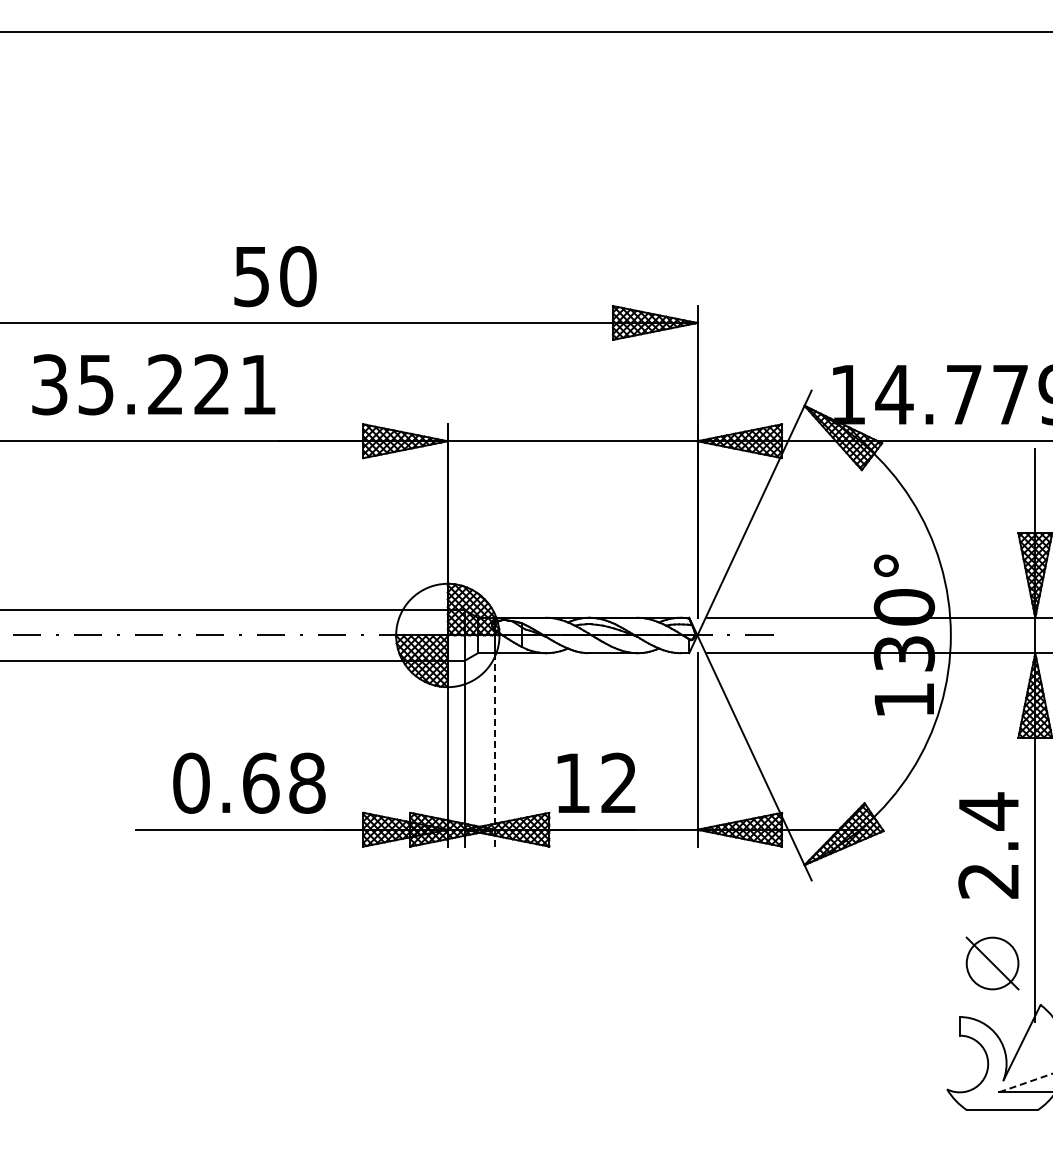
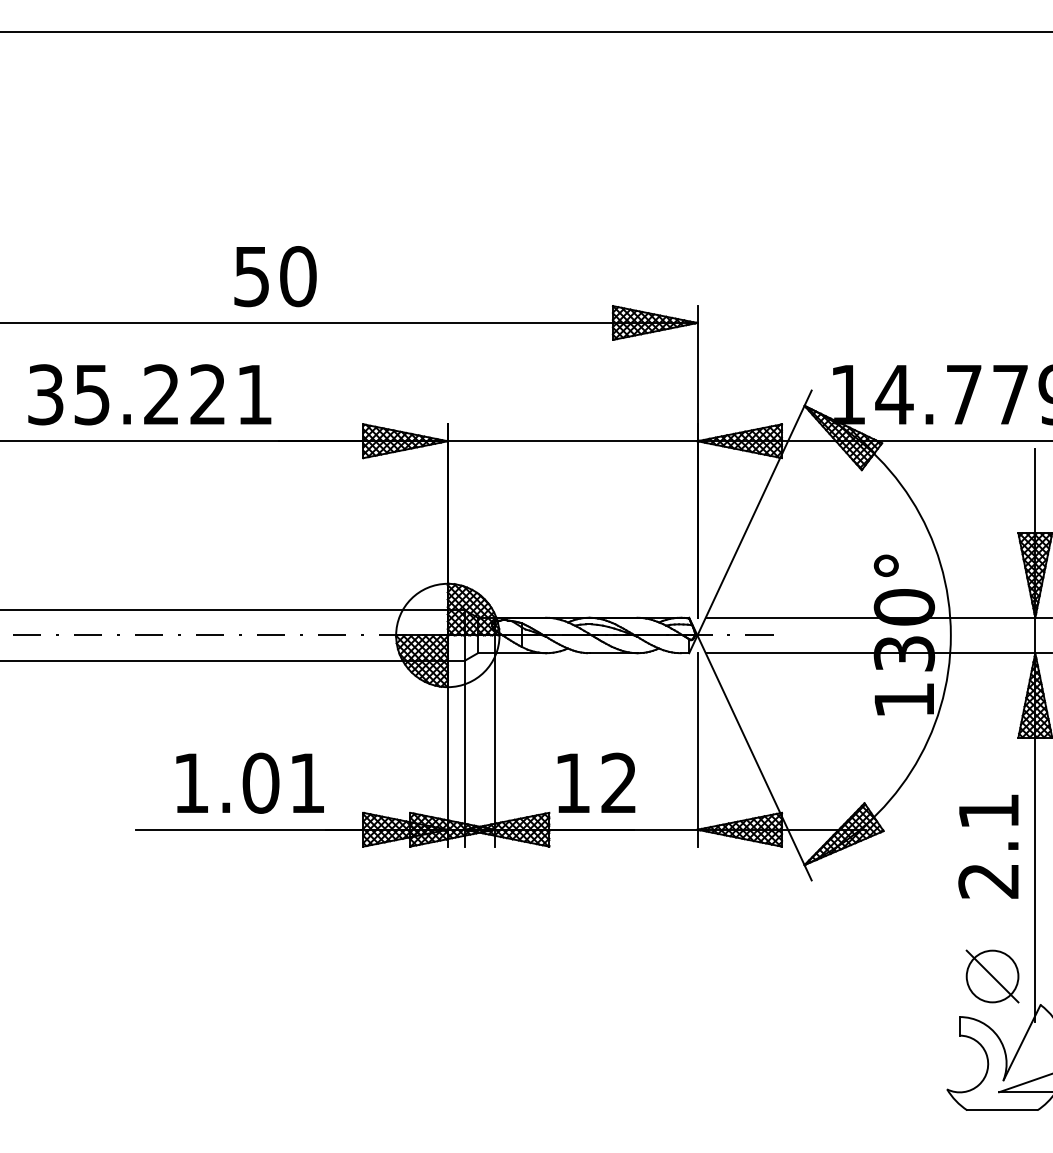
text at (153, 384) position: (153, 384) -> (149, 394)
line at (494, 749): dashed -> solid
text at (249, 782): 0.68 -> 1.01
text at (988, 811): 2.4 -> 2.1
part at (992, 963) position: (992, 963) -> (992, 976)
line at (1026, 1082): dashed -> solid
